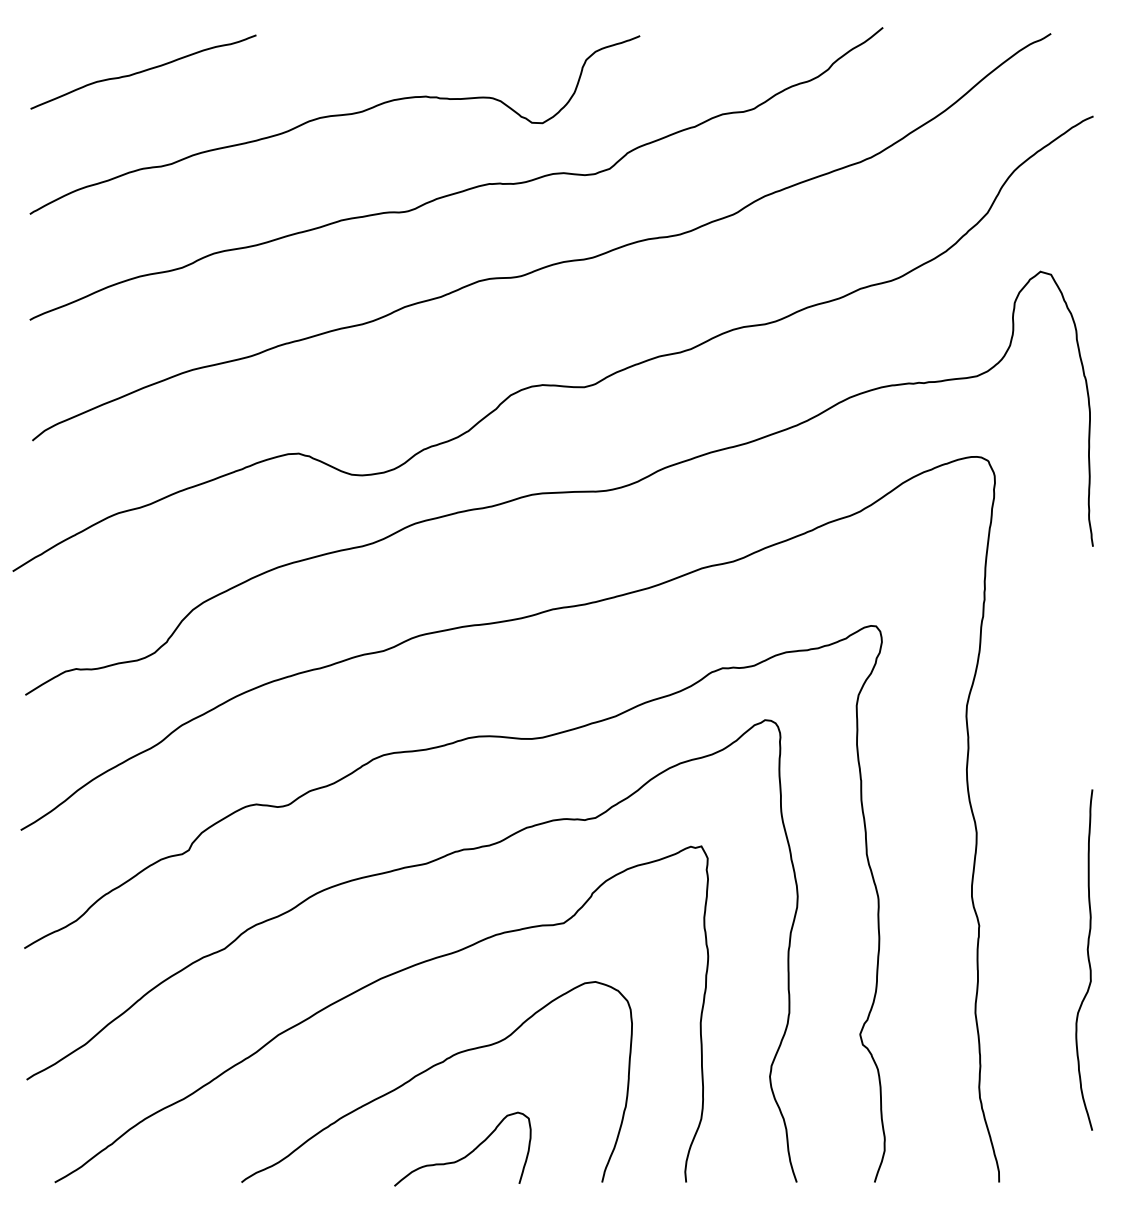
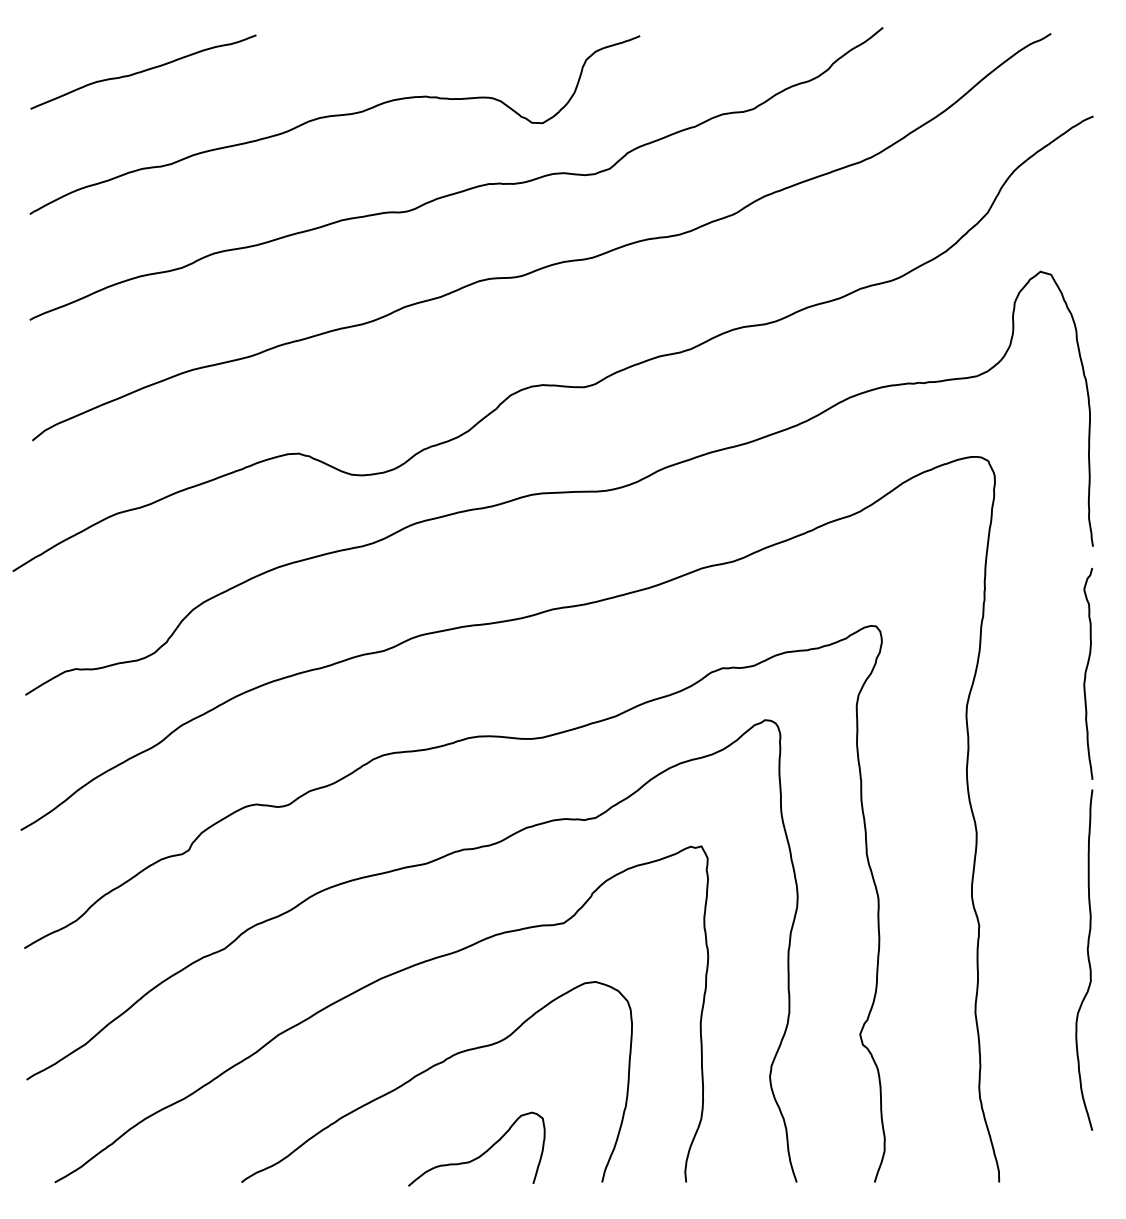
curve at (1086, 673): none -> present
curve at (466, 1154) position: (466, 1154) -> (480, 1154)
